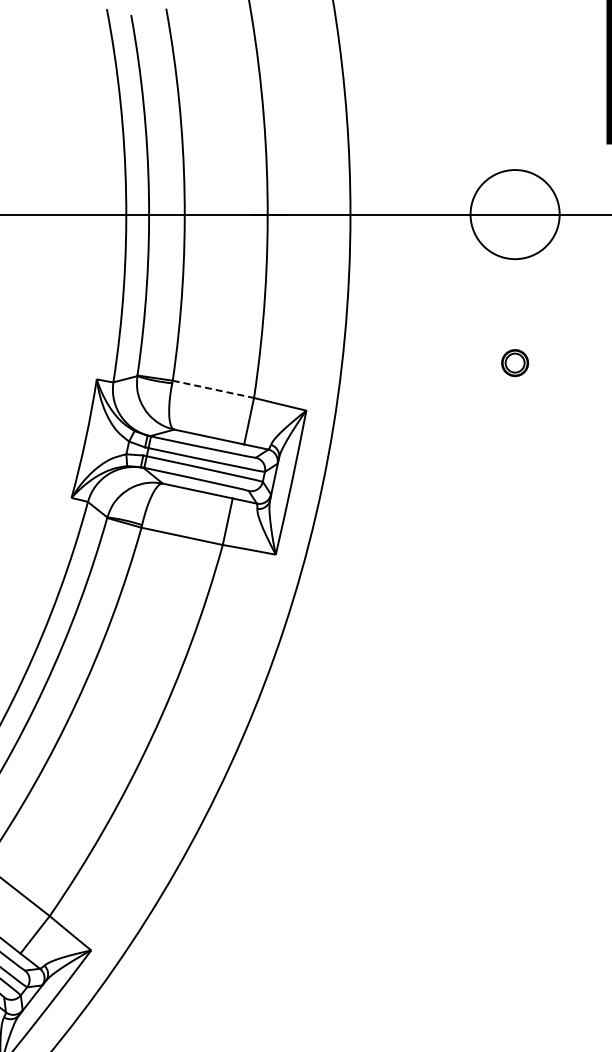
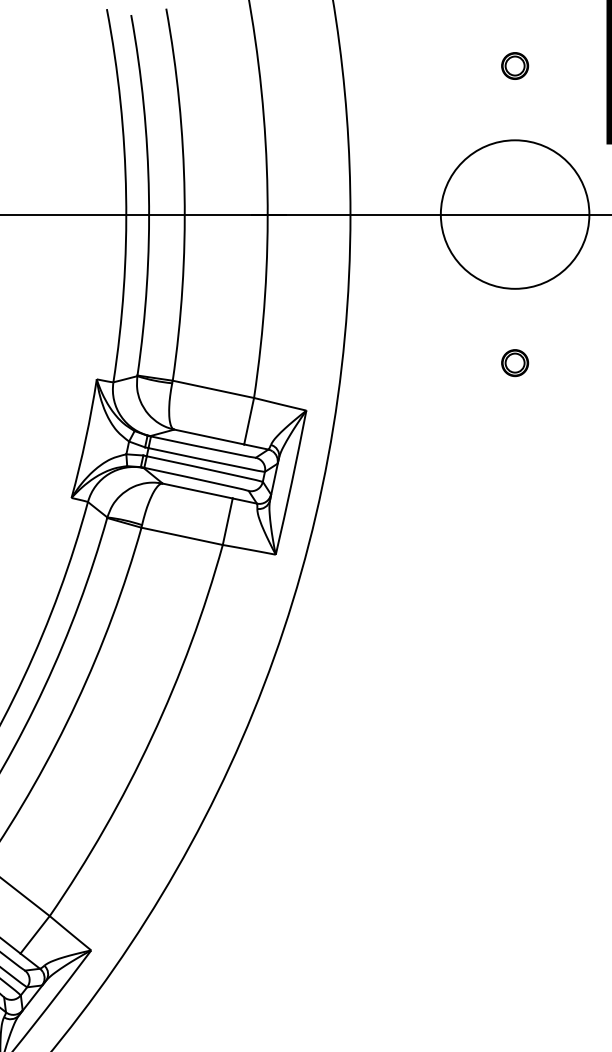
part at (515, 65): none -> present
circle at (514, 214) diameter: 89 px -> 149 px
line at (213, 389): dashed -> solid
